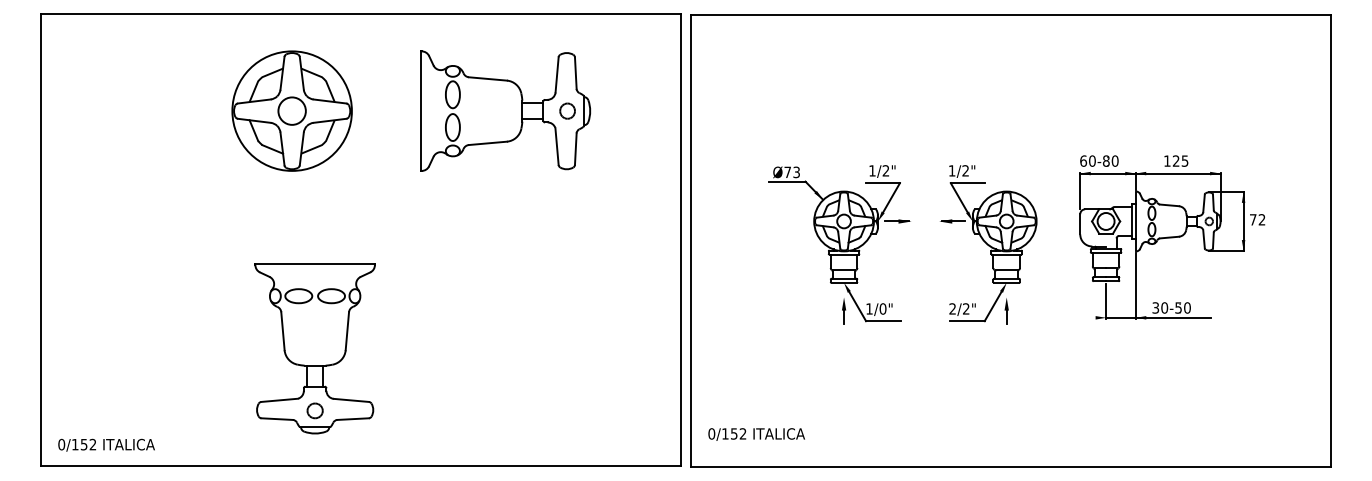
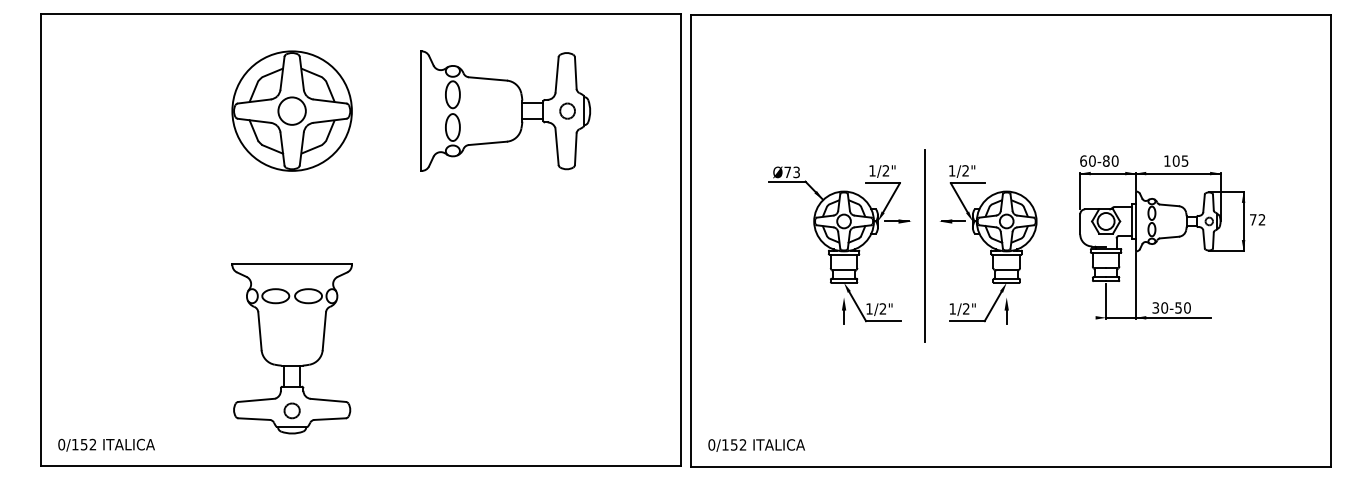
text at (1175, 160): 125 -> 105
line at (925, 246): none -> present
text at (882, 308): 1/0" -> 1/2"
text at (952, 308): 2/2" -> 1/2"
part at (314, 348) position: (314, 348) -> (291, 348)
text at (756, 434) position: (756, 434) -> (756, 445)
